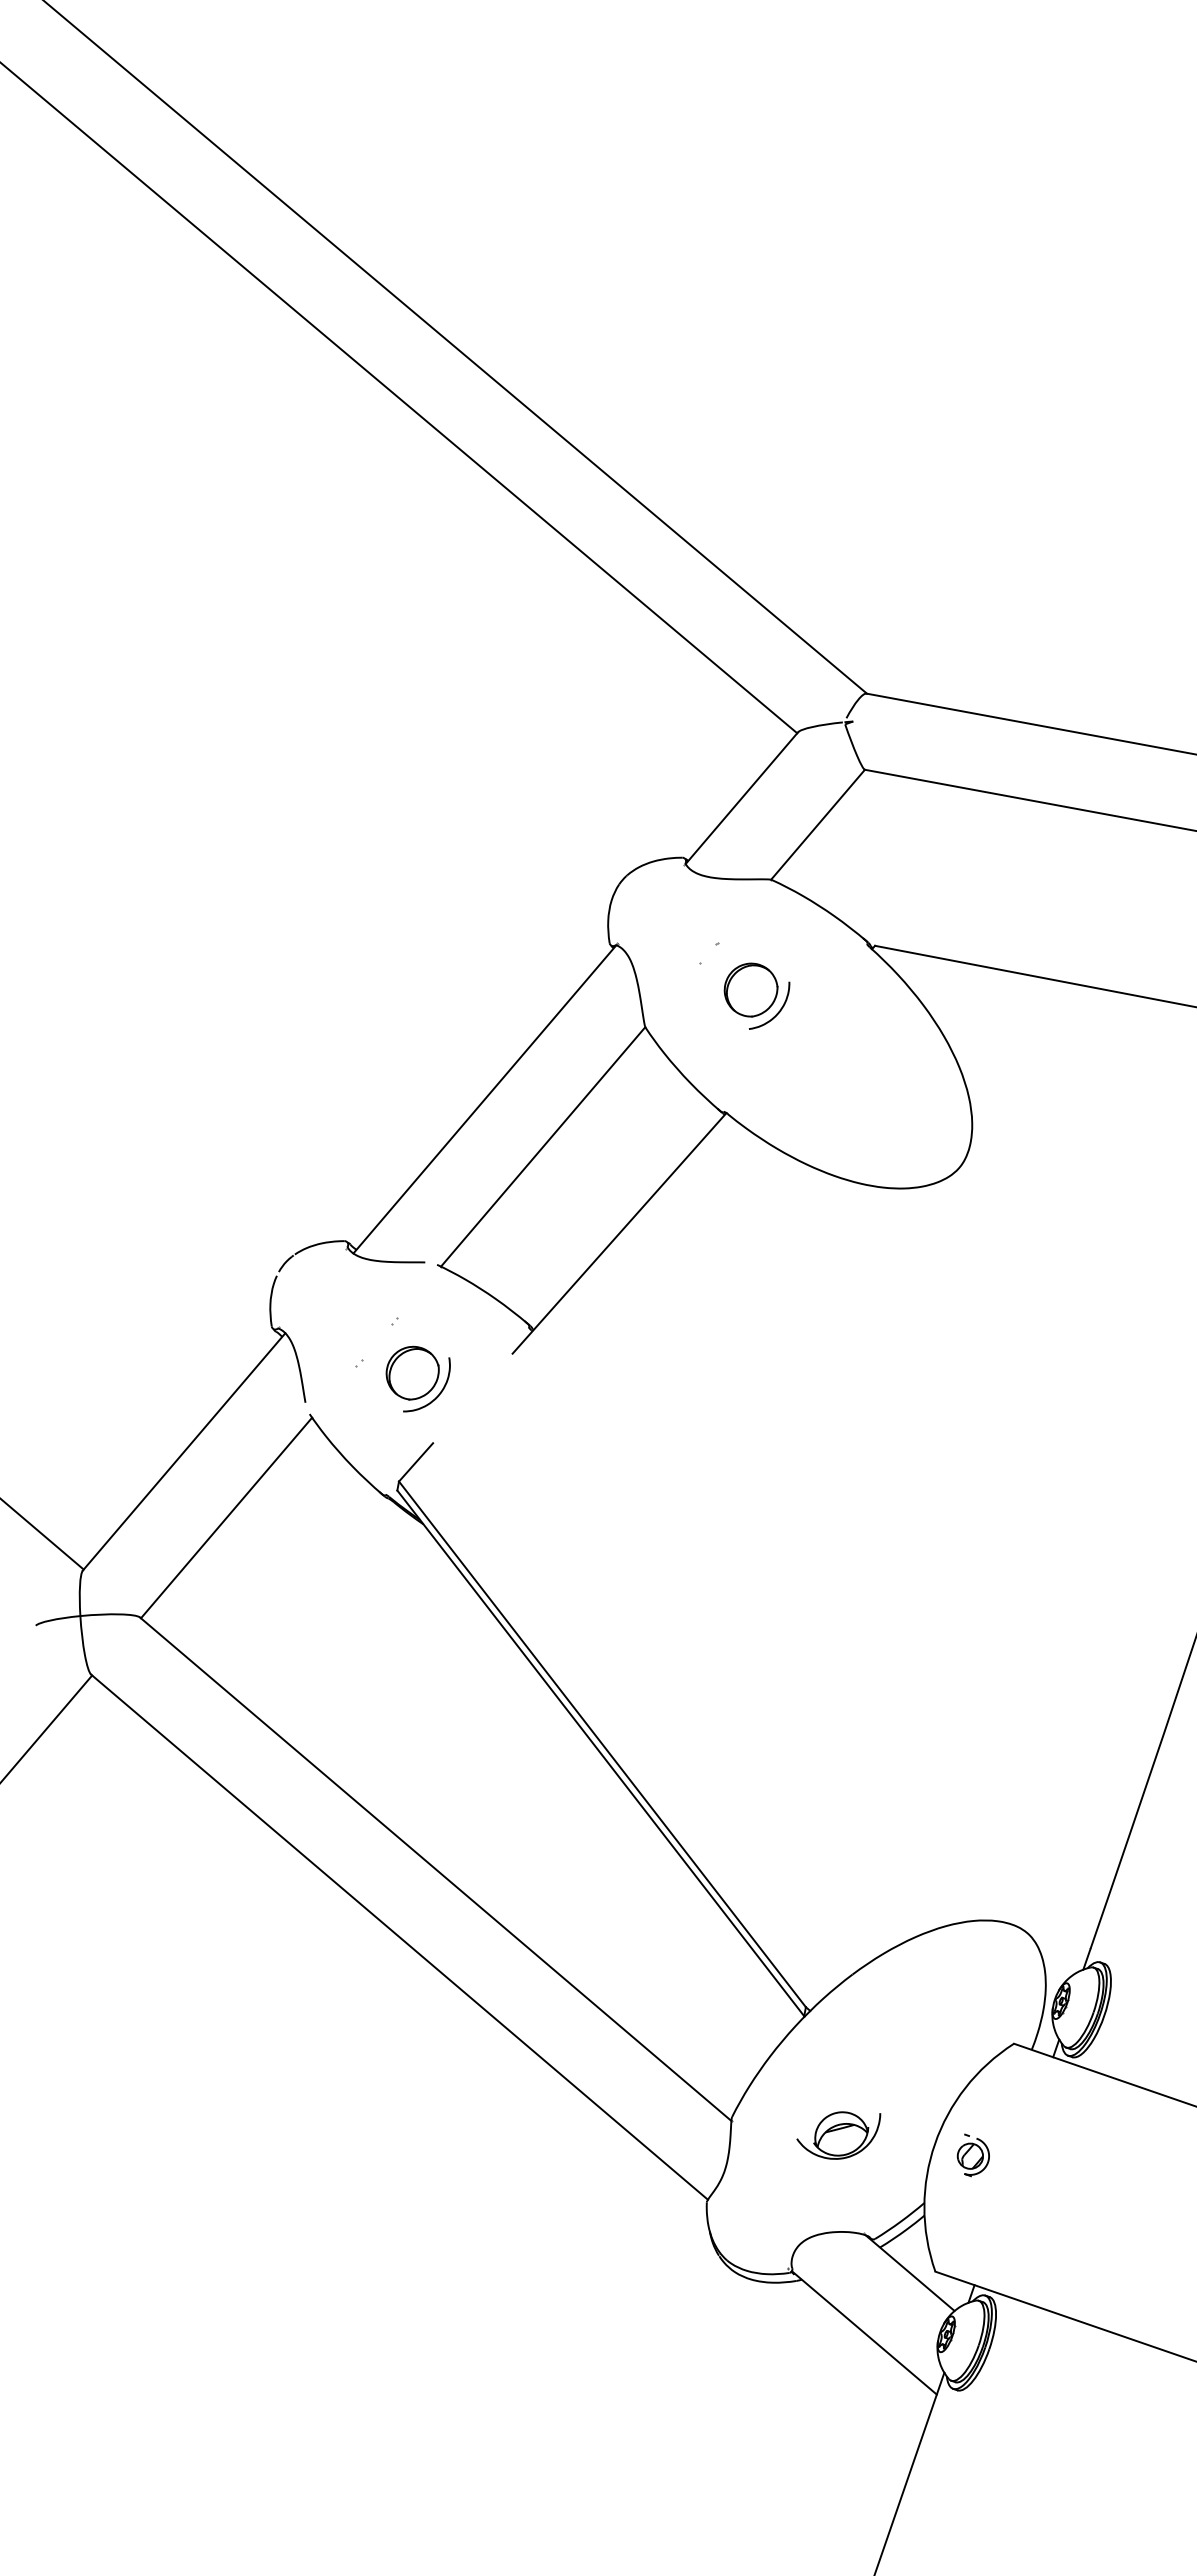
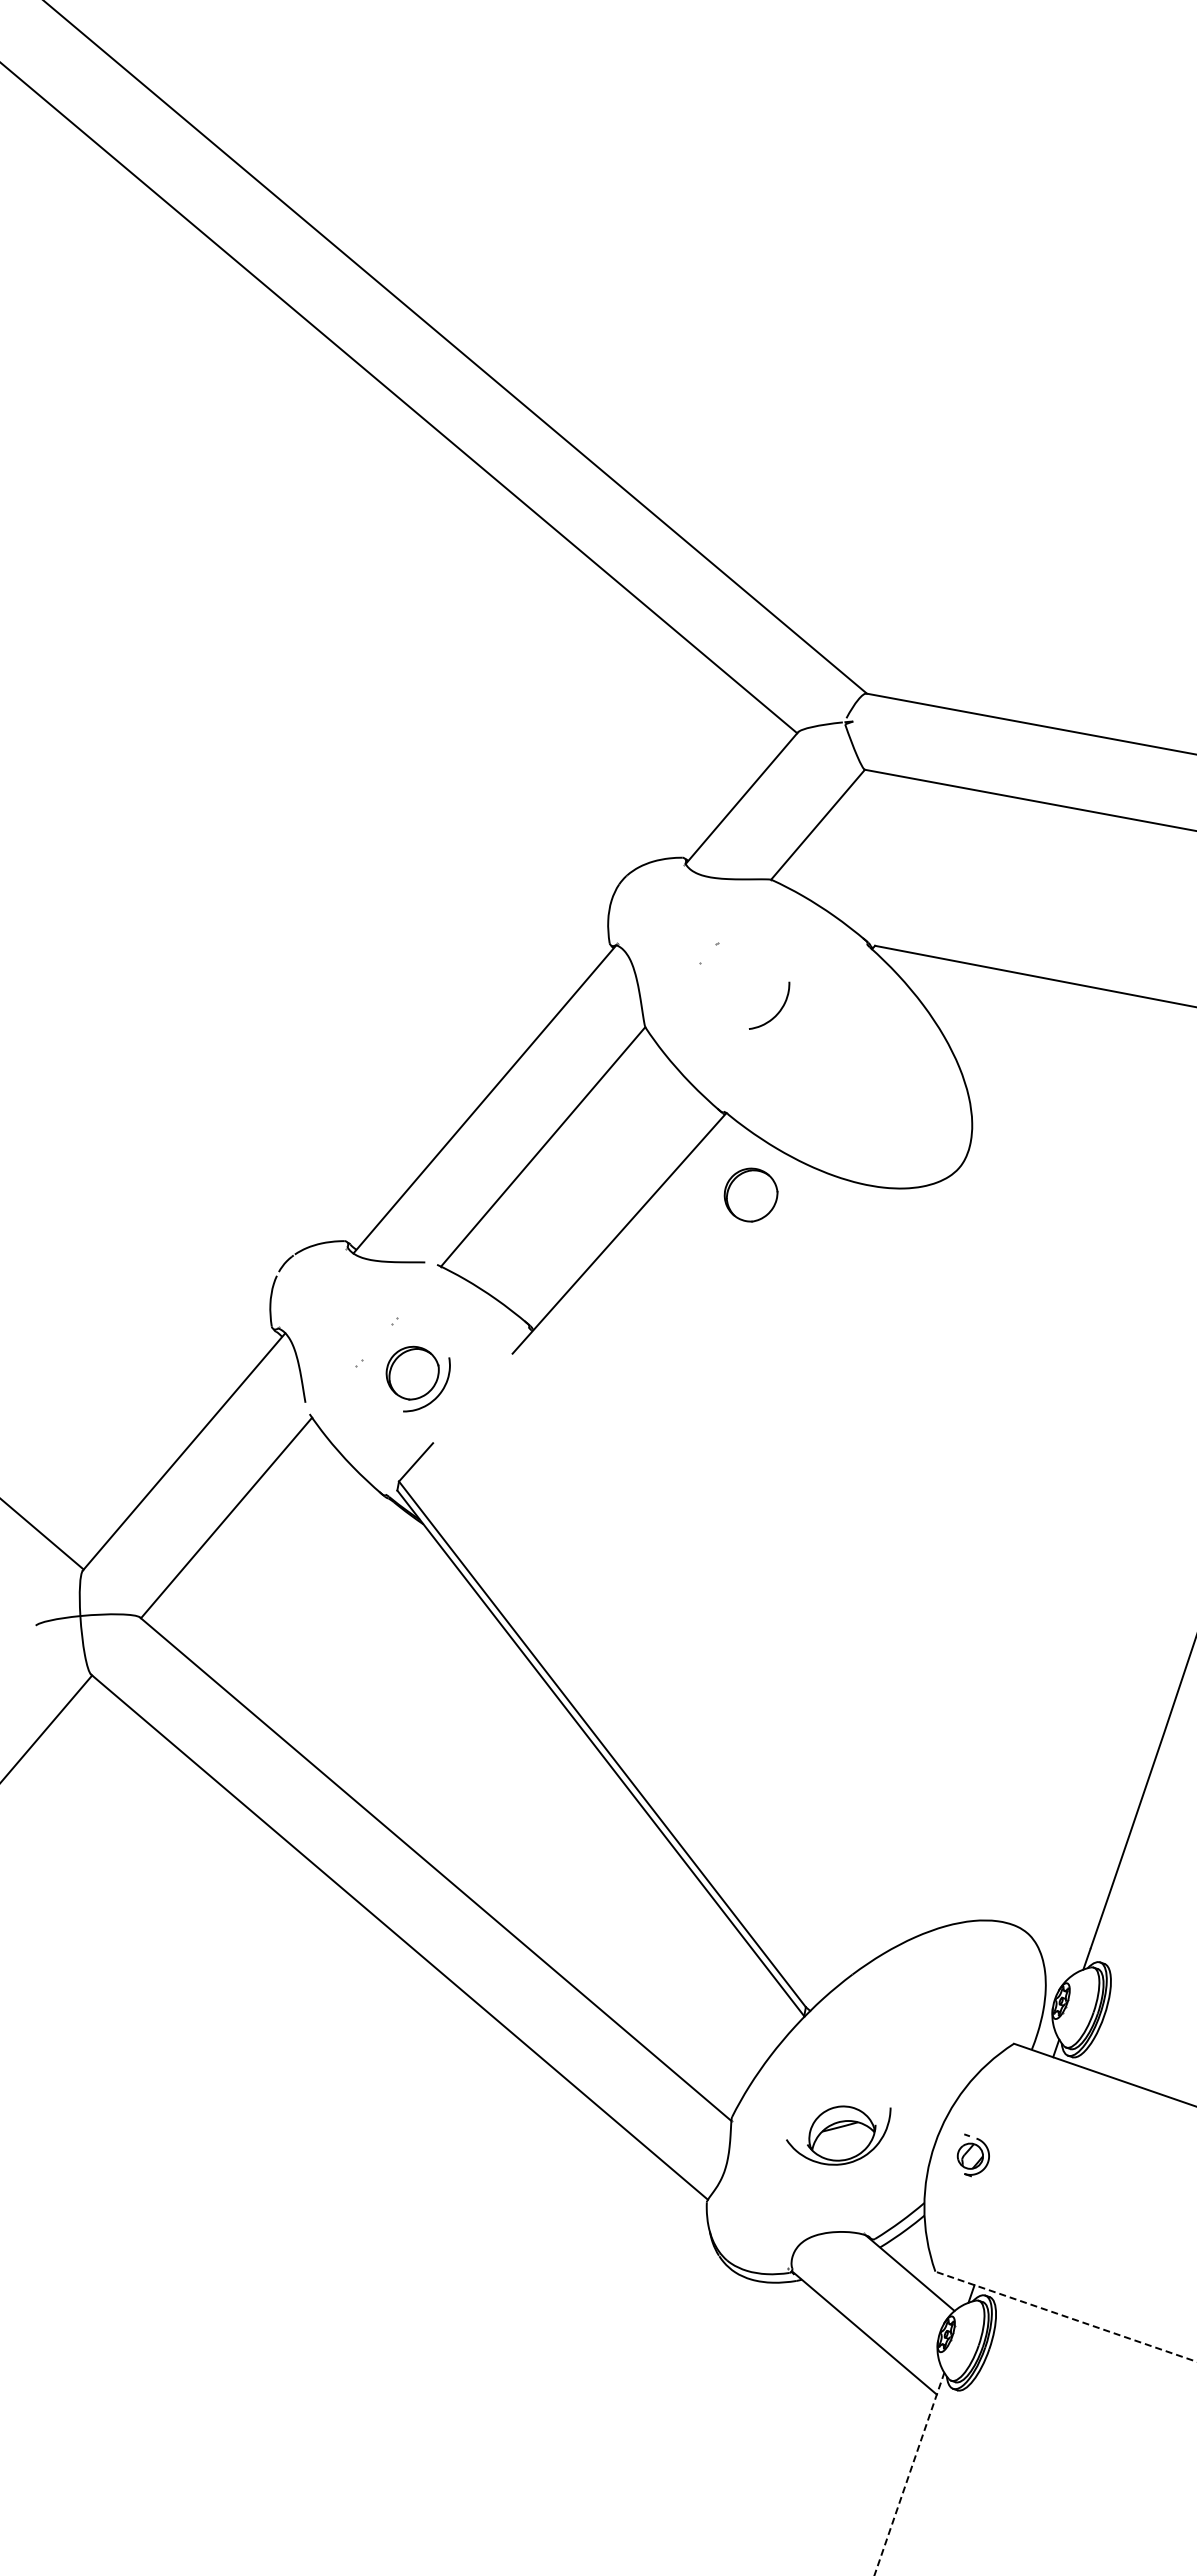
part at (750, 989) position: (750, 989) -> (750, 1194)
part at (838, 2135) size: 86x49 px -> 106x61 px
line at (1065, 2316): solid -> dashed
line at (909, 2473): solid -> dashed
